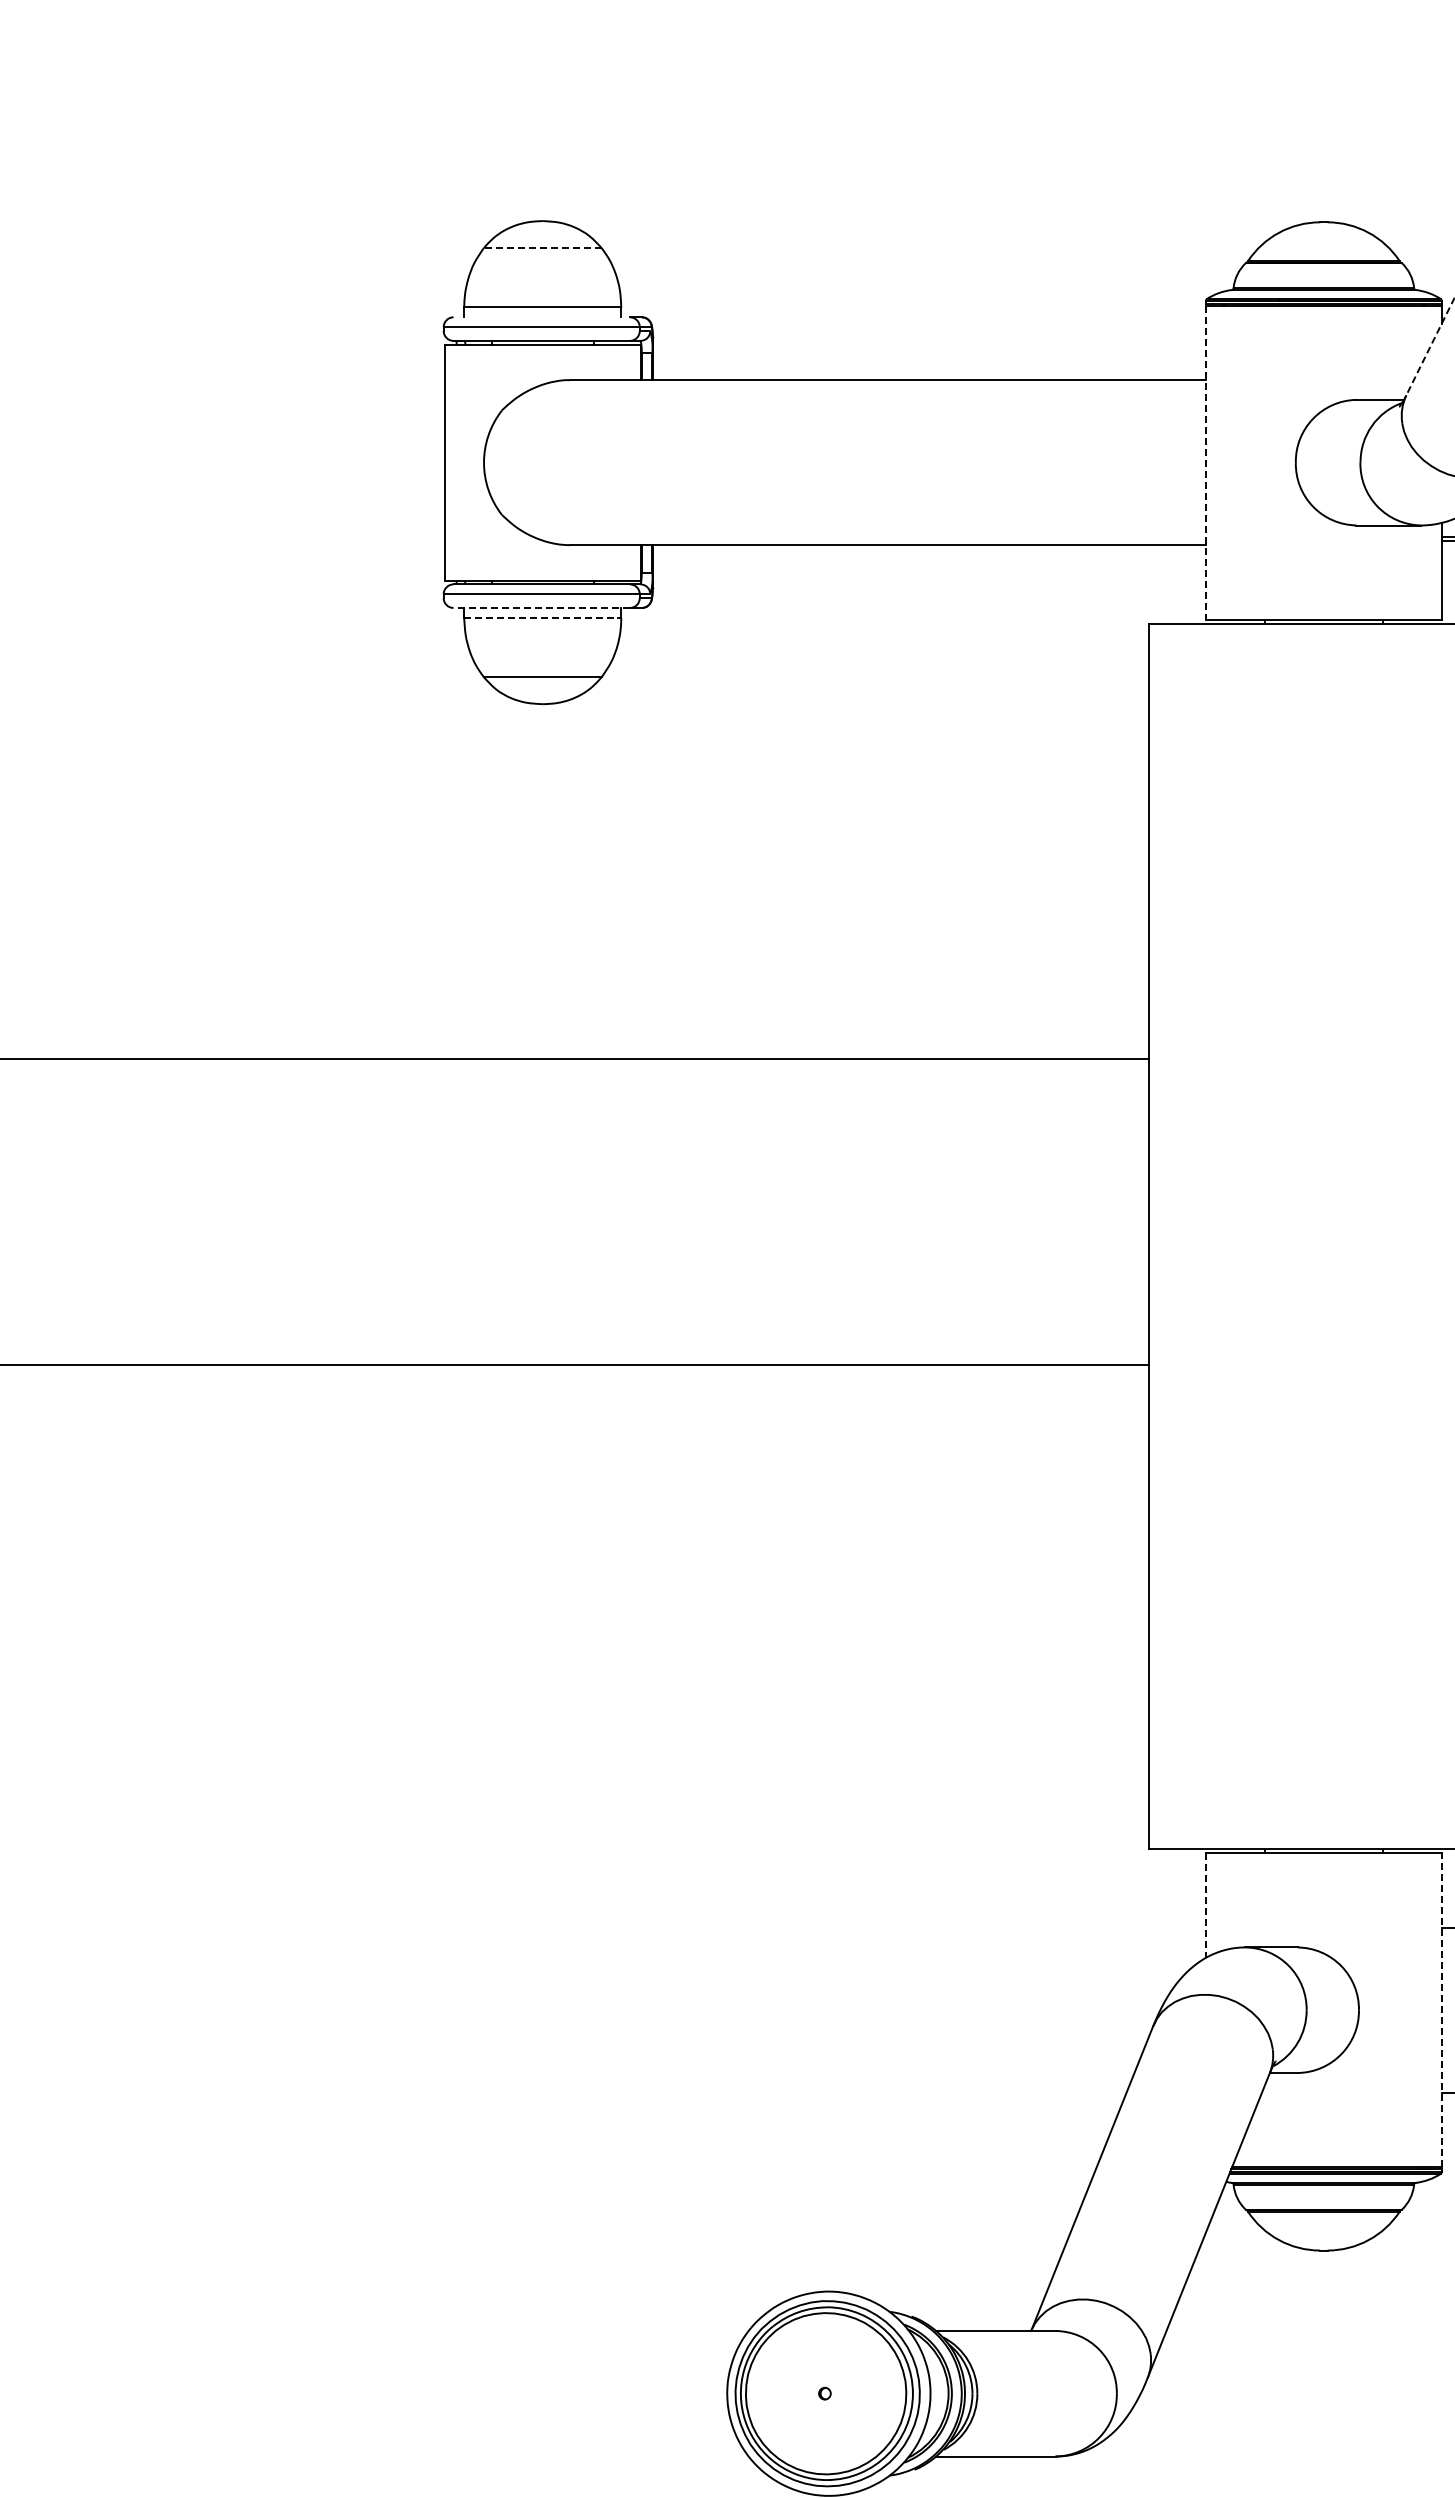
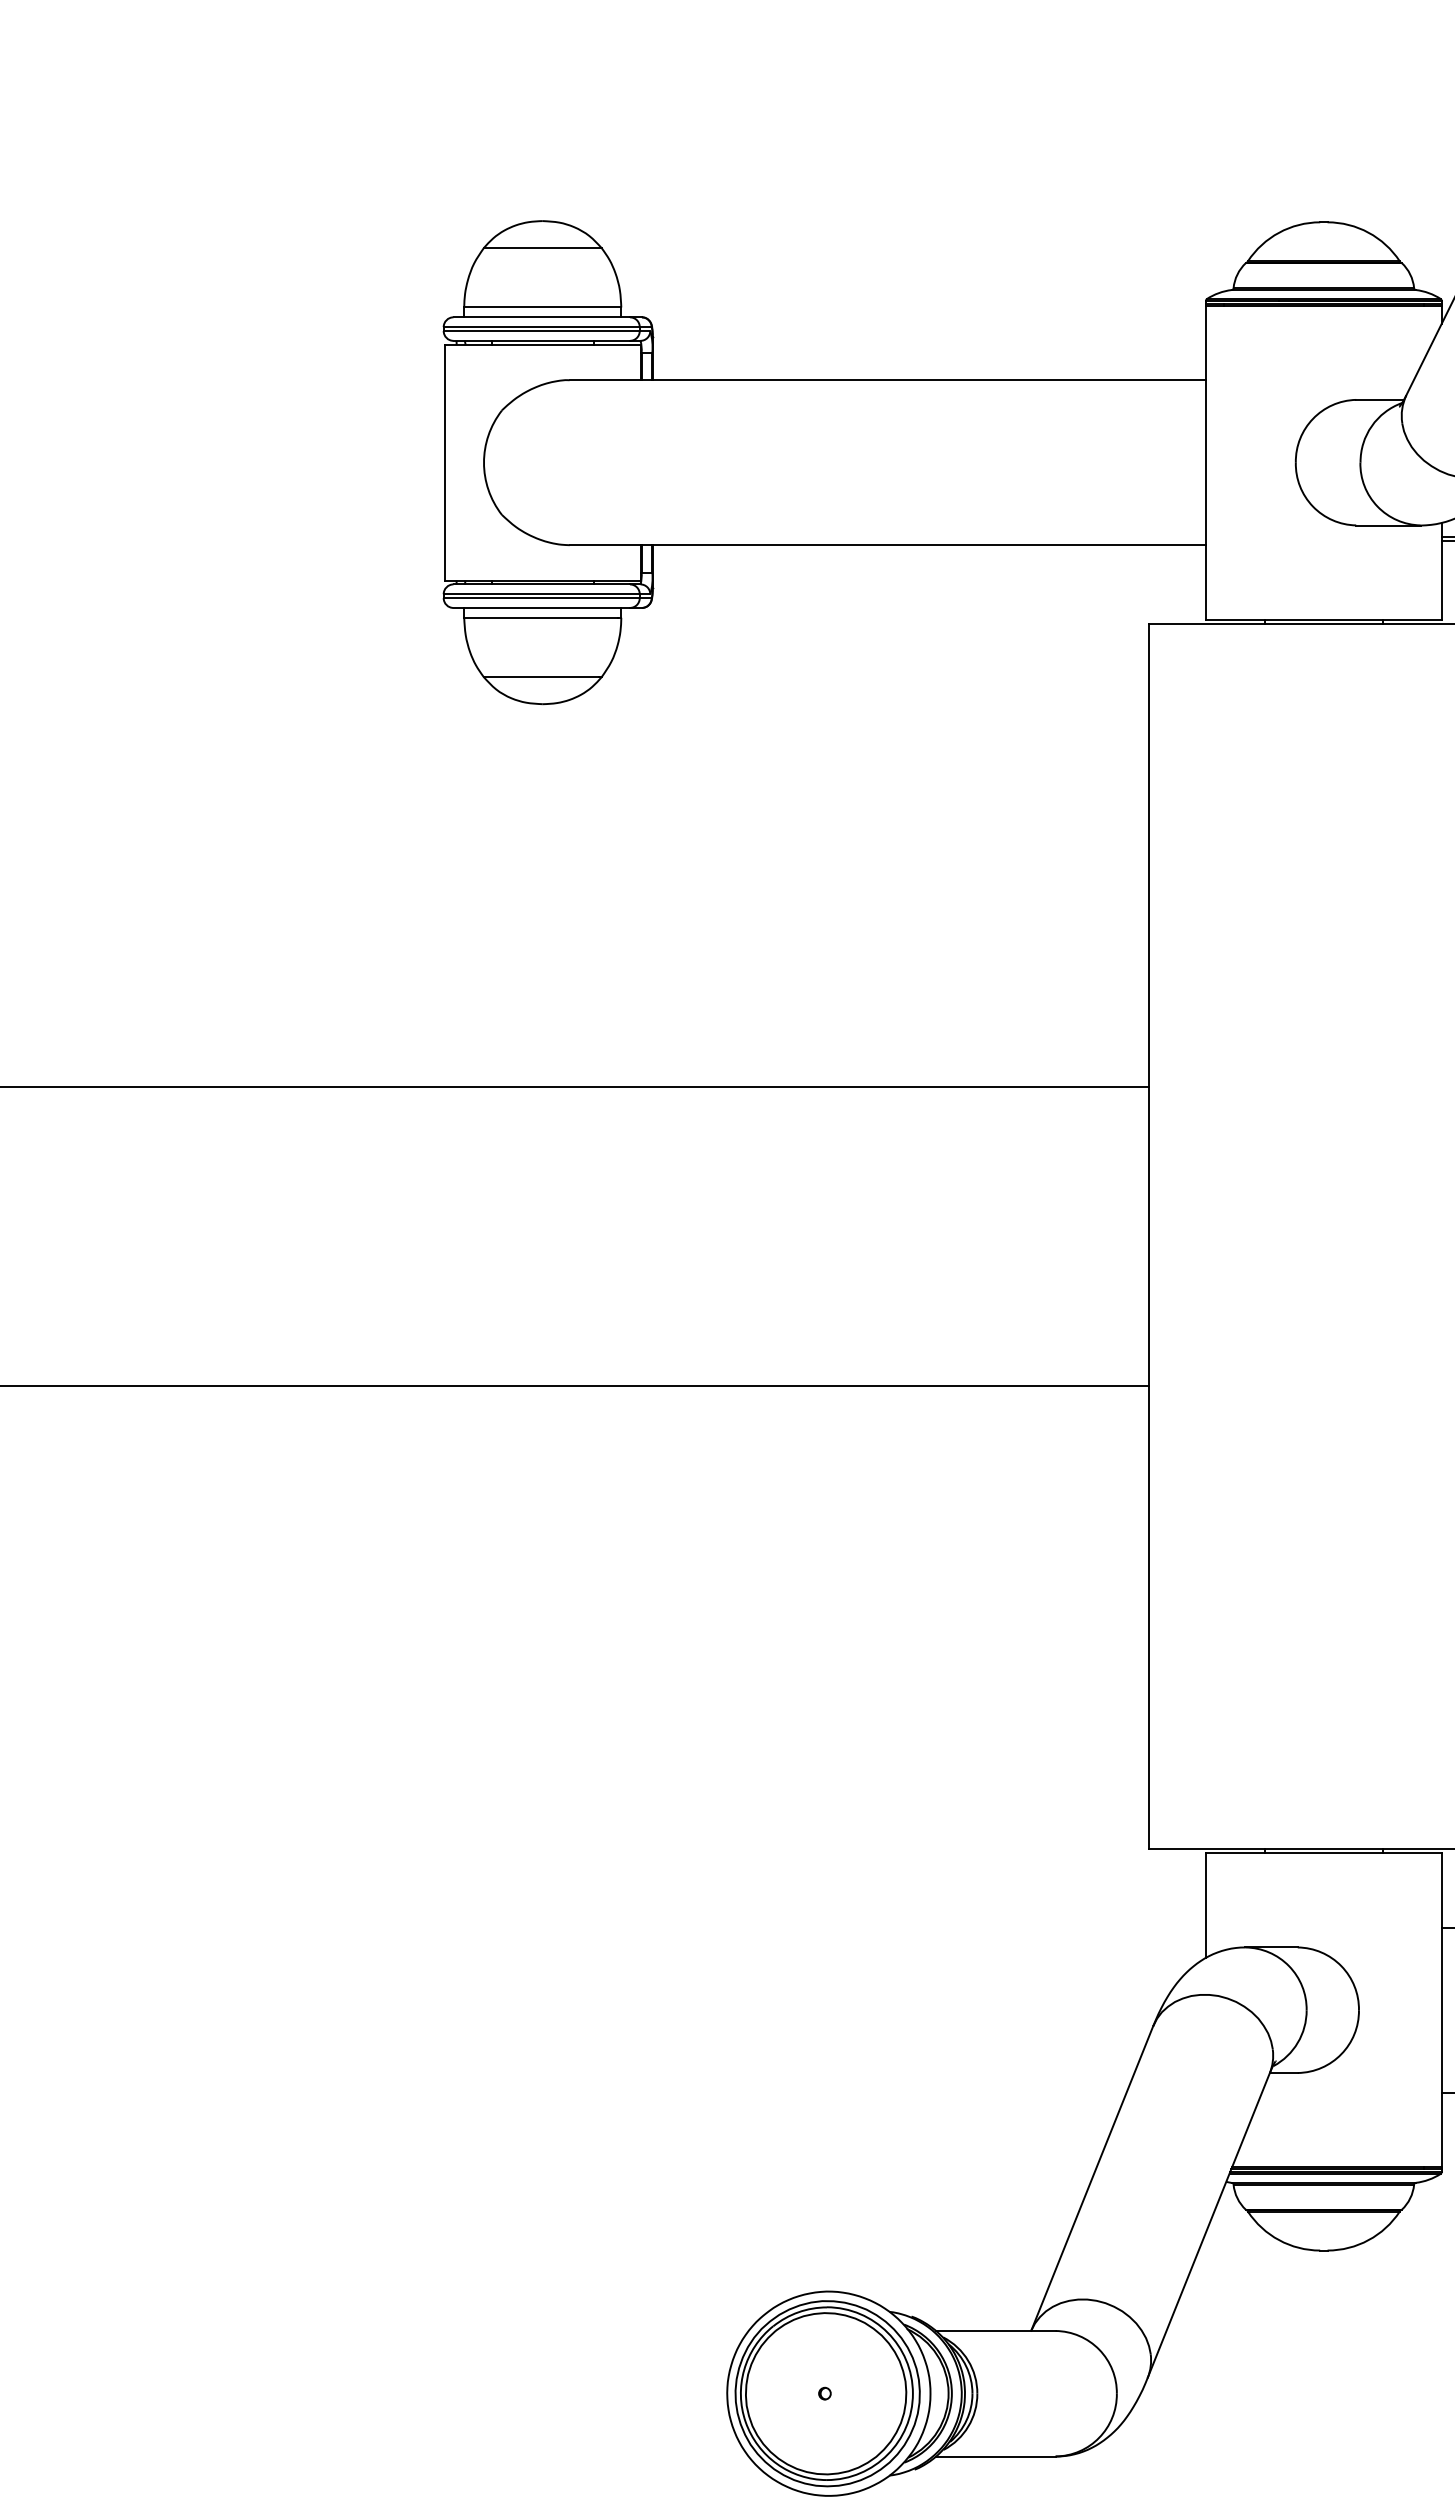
line at (542, 248): dashed -> solid
line at (541, 317): none -> present
line at (541, 331): none -> present
line at (1430, 346): dashed -> solid
line at (1206, 463): dashed -> solid
line at (541, 598): none -> present
line at (541, 608): dashed -> solid
line at (540, 617): dashed -> solid
line at (575, 1059) position: (575, 1059) -> (575, 1087)
line at (575, 1364) position: (575, 1364) -> (575, 1385)
line at (1206, 1906): dashed -> solid
line at (1441, 2009): dashed -> solid
